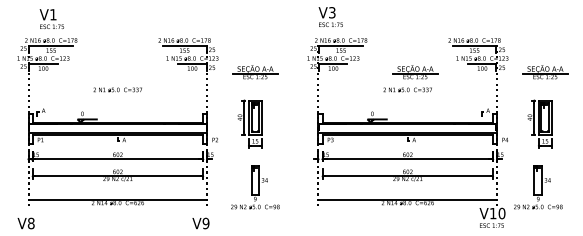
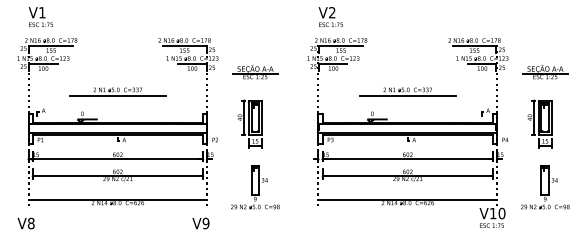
text at (332, 12): V3 -> V2
text at (51, 18) position: (51, 18) -> (40, 16)
part at (415, 72): present -> none
line at (117, 95): none -> present
line at (407, 95): none -> present
part at (538, 187) position: (538, 187) -> (545, 187)
